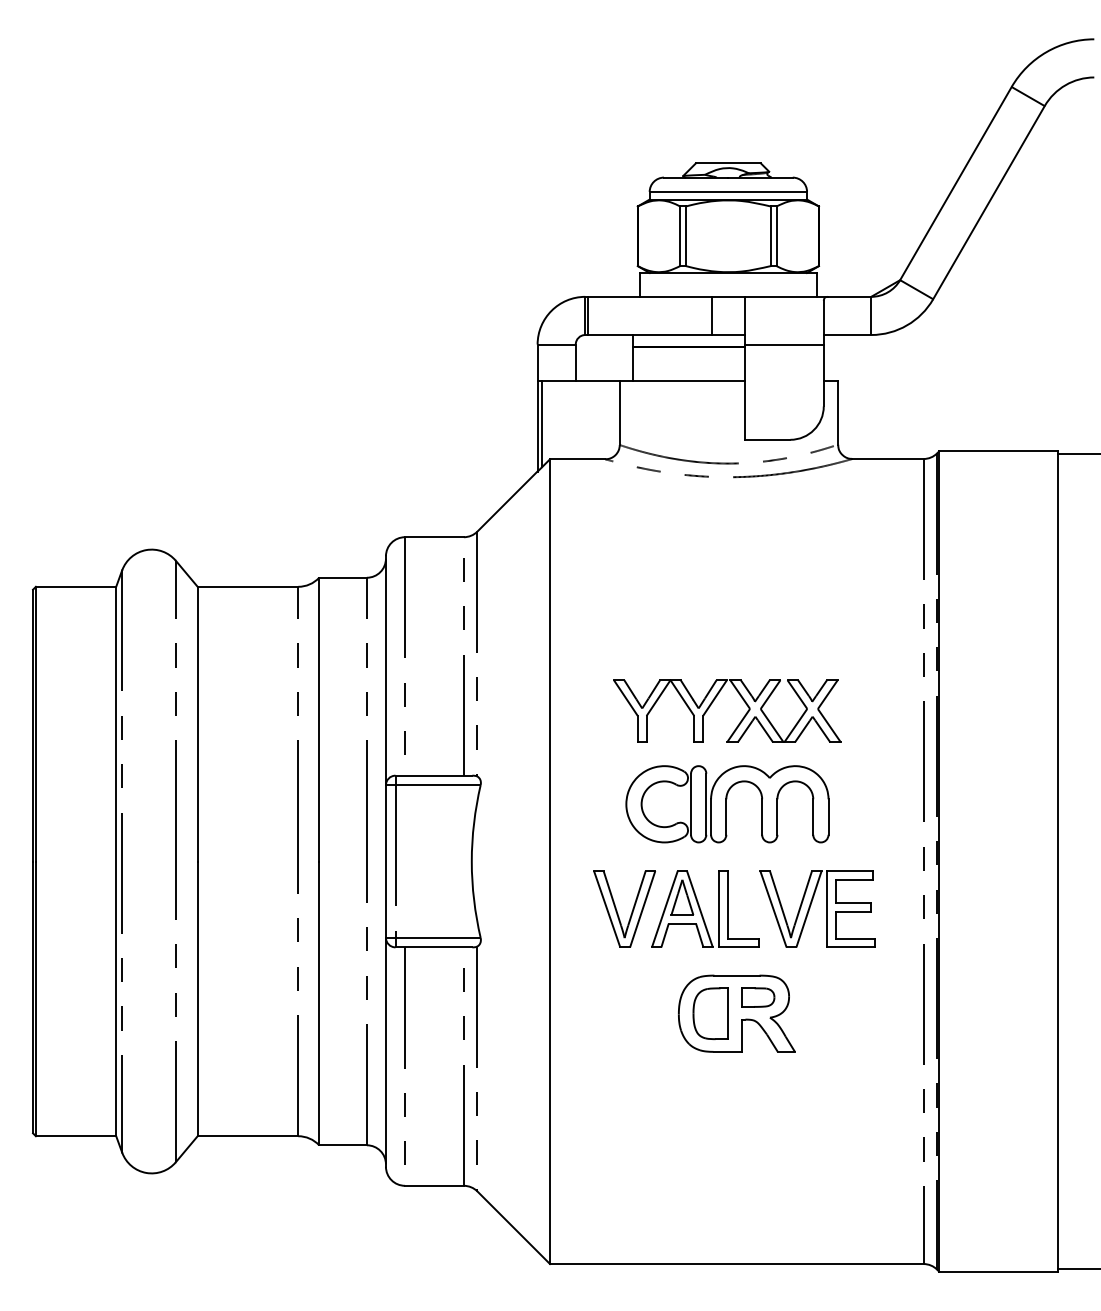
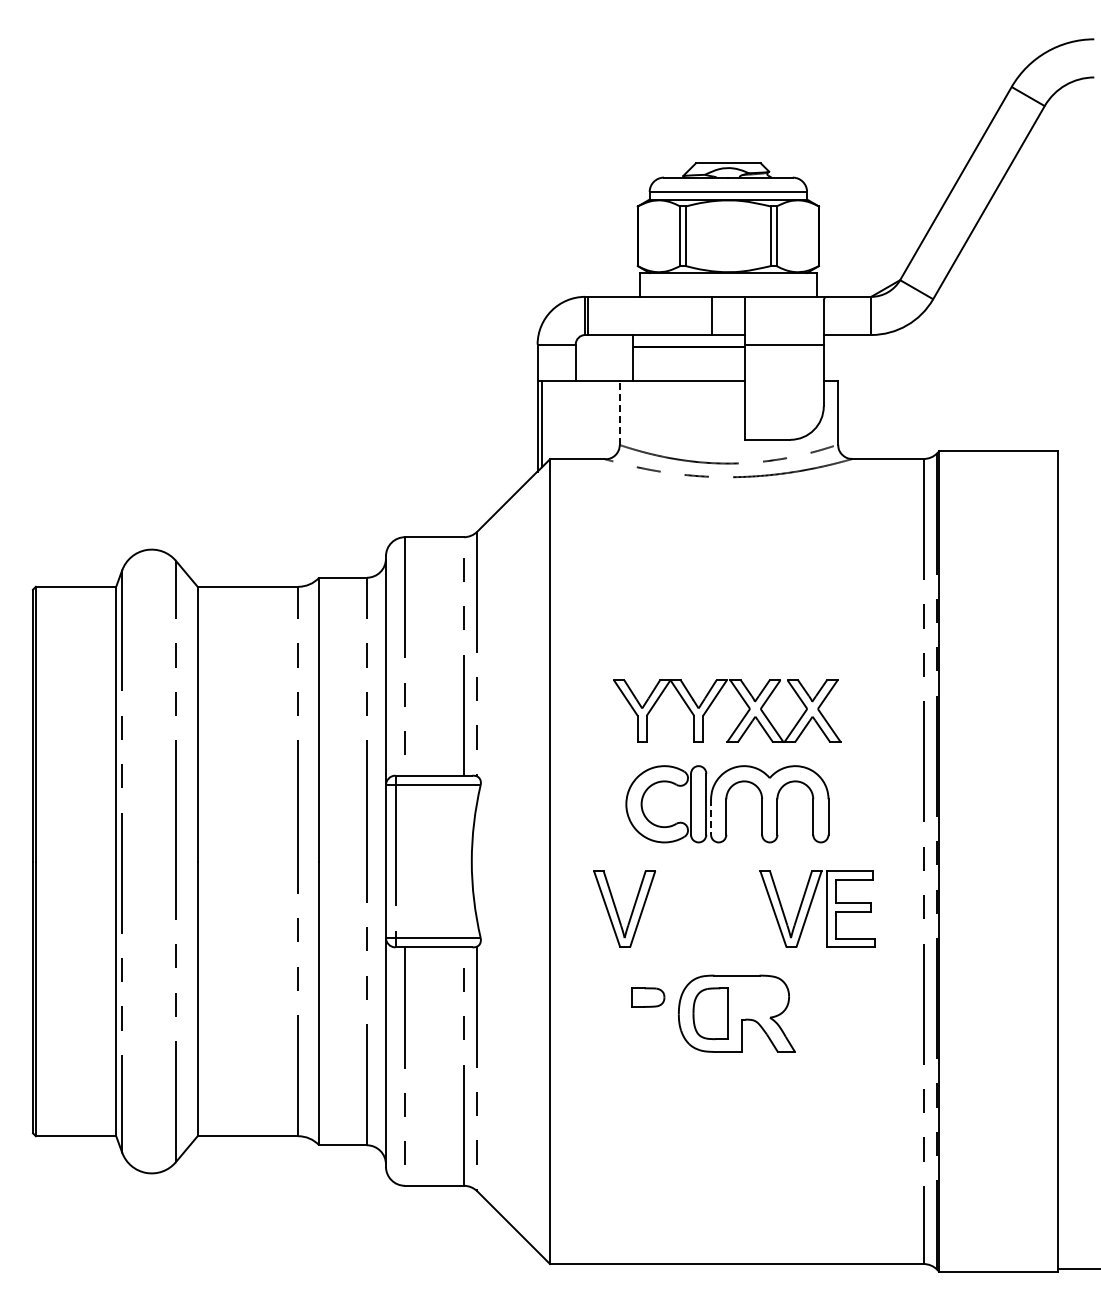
line at (619, 412): solid -> dashed
line at (1077, 453): present -> none
line at (711, 817): solid -> dashed
part at (705, 908): present -> none
part at (758, 997) position: (758, 997) -> (648, 997)
